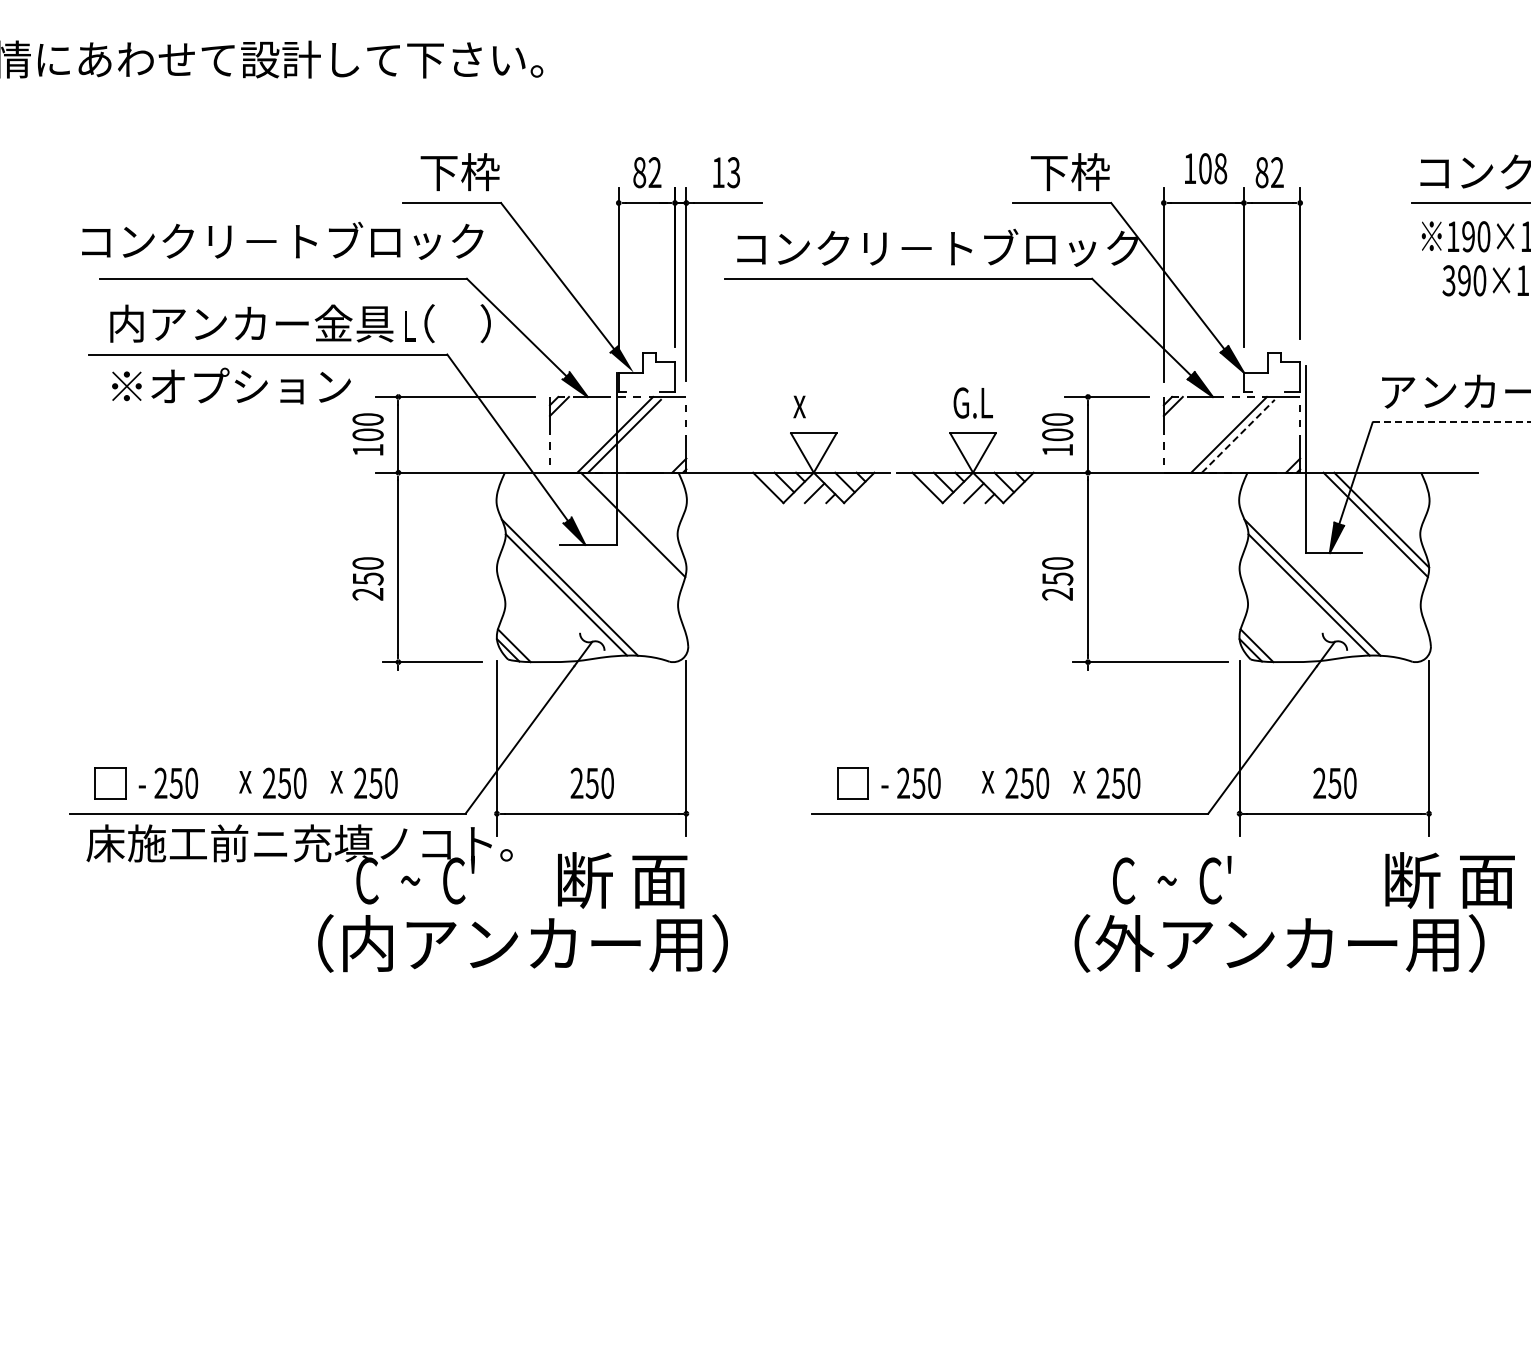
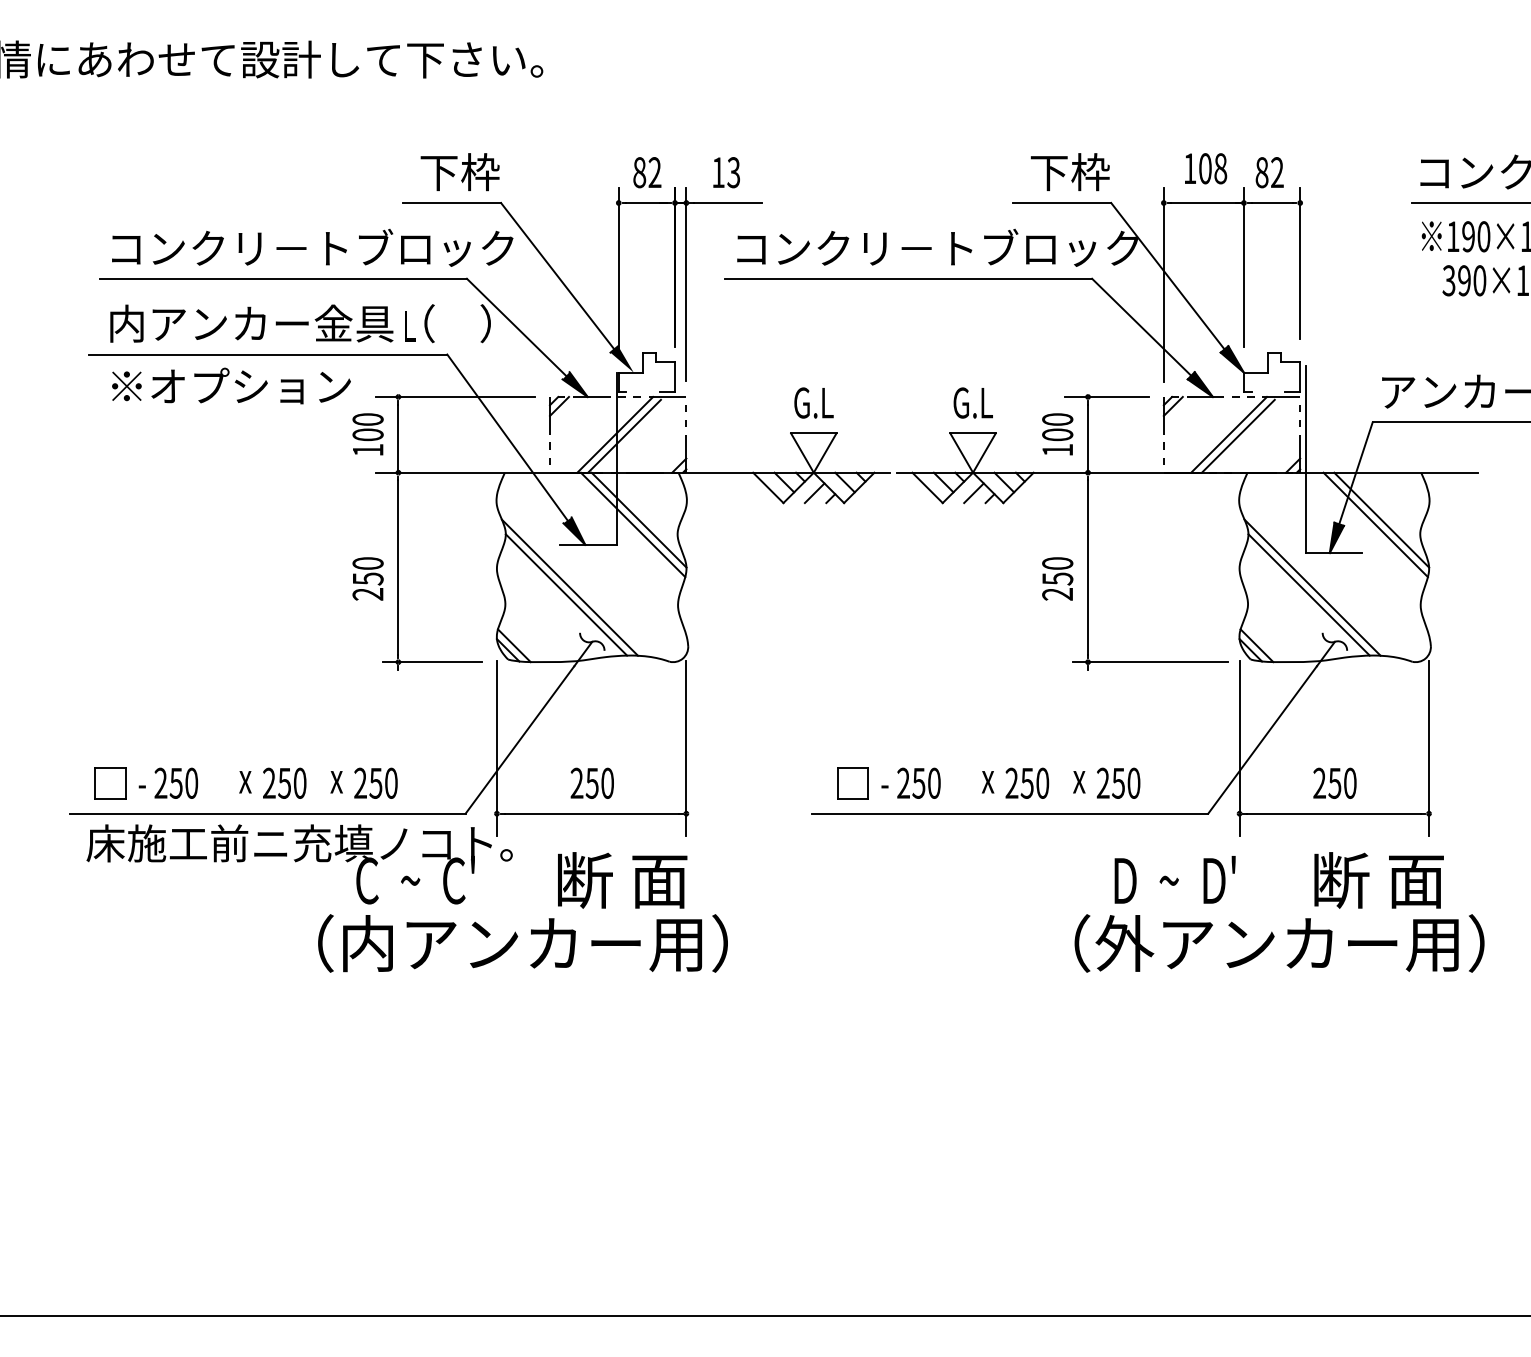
text at (282, 240) position: (282, 240) -> (312, 247)
text at (813, 402): x -> G.L
line at (1451, 422): dashed -> solid
line at (1238, 436): dashed -> solid
line at (638, 519): none -> present
text at (1174, 880): C  ~  C' -> D  ~  D'
text at (1449, 880) position: (1449, 880) -> (1378, 880)
line at (764, 1316): none -> present
